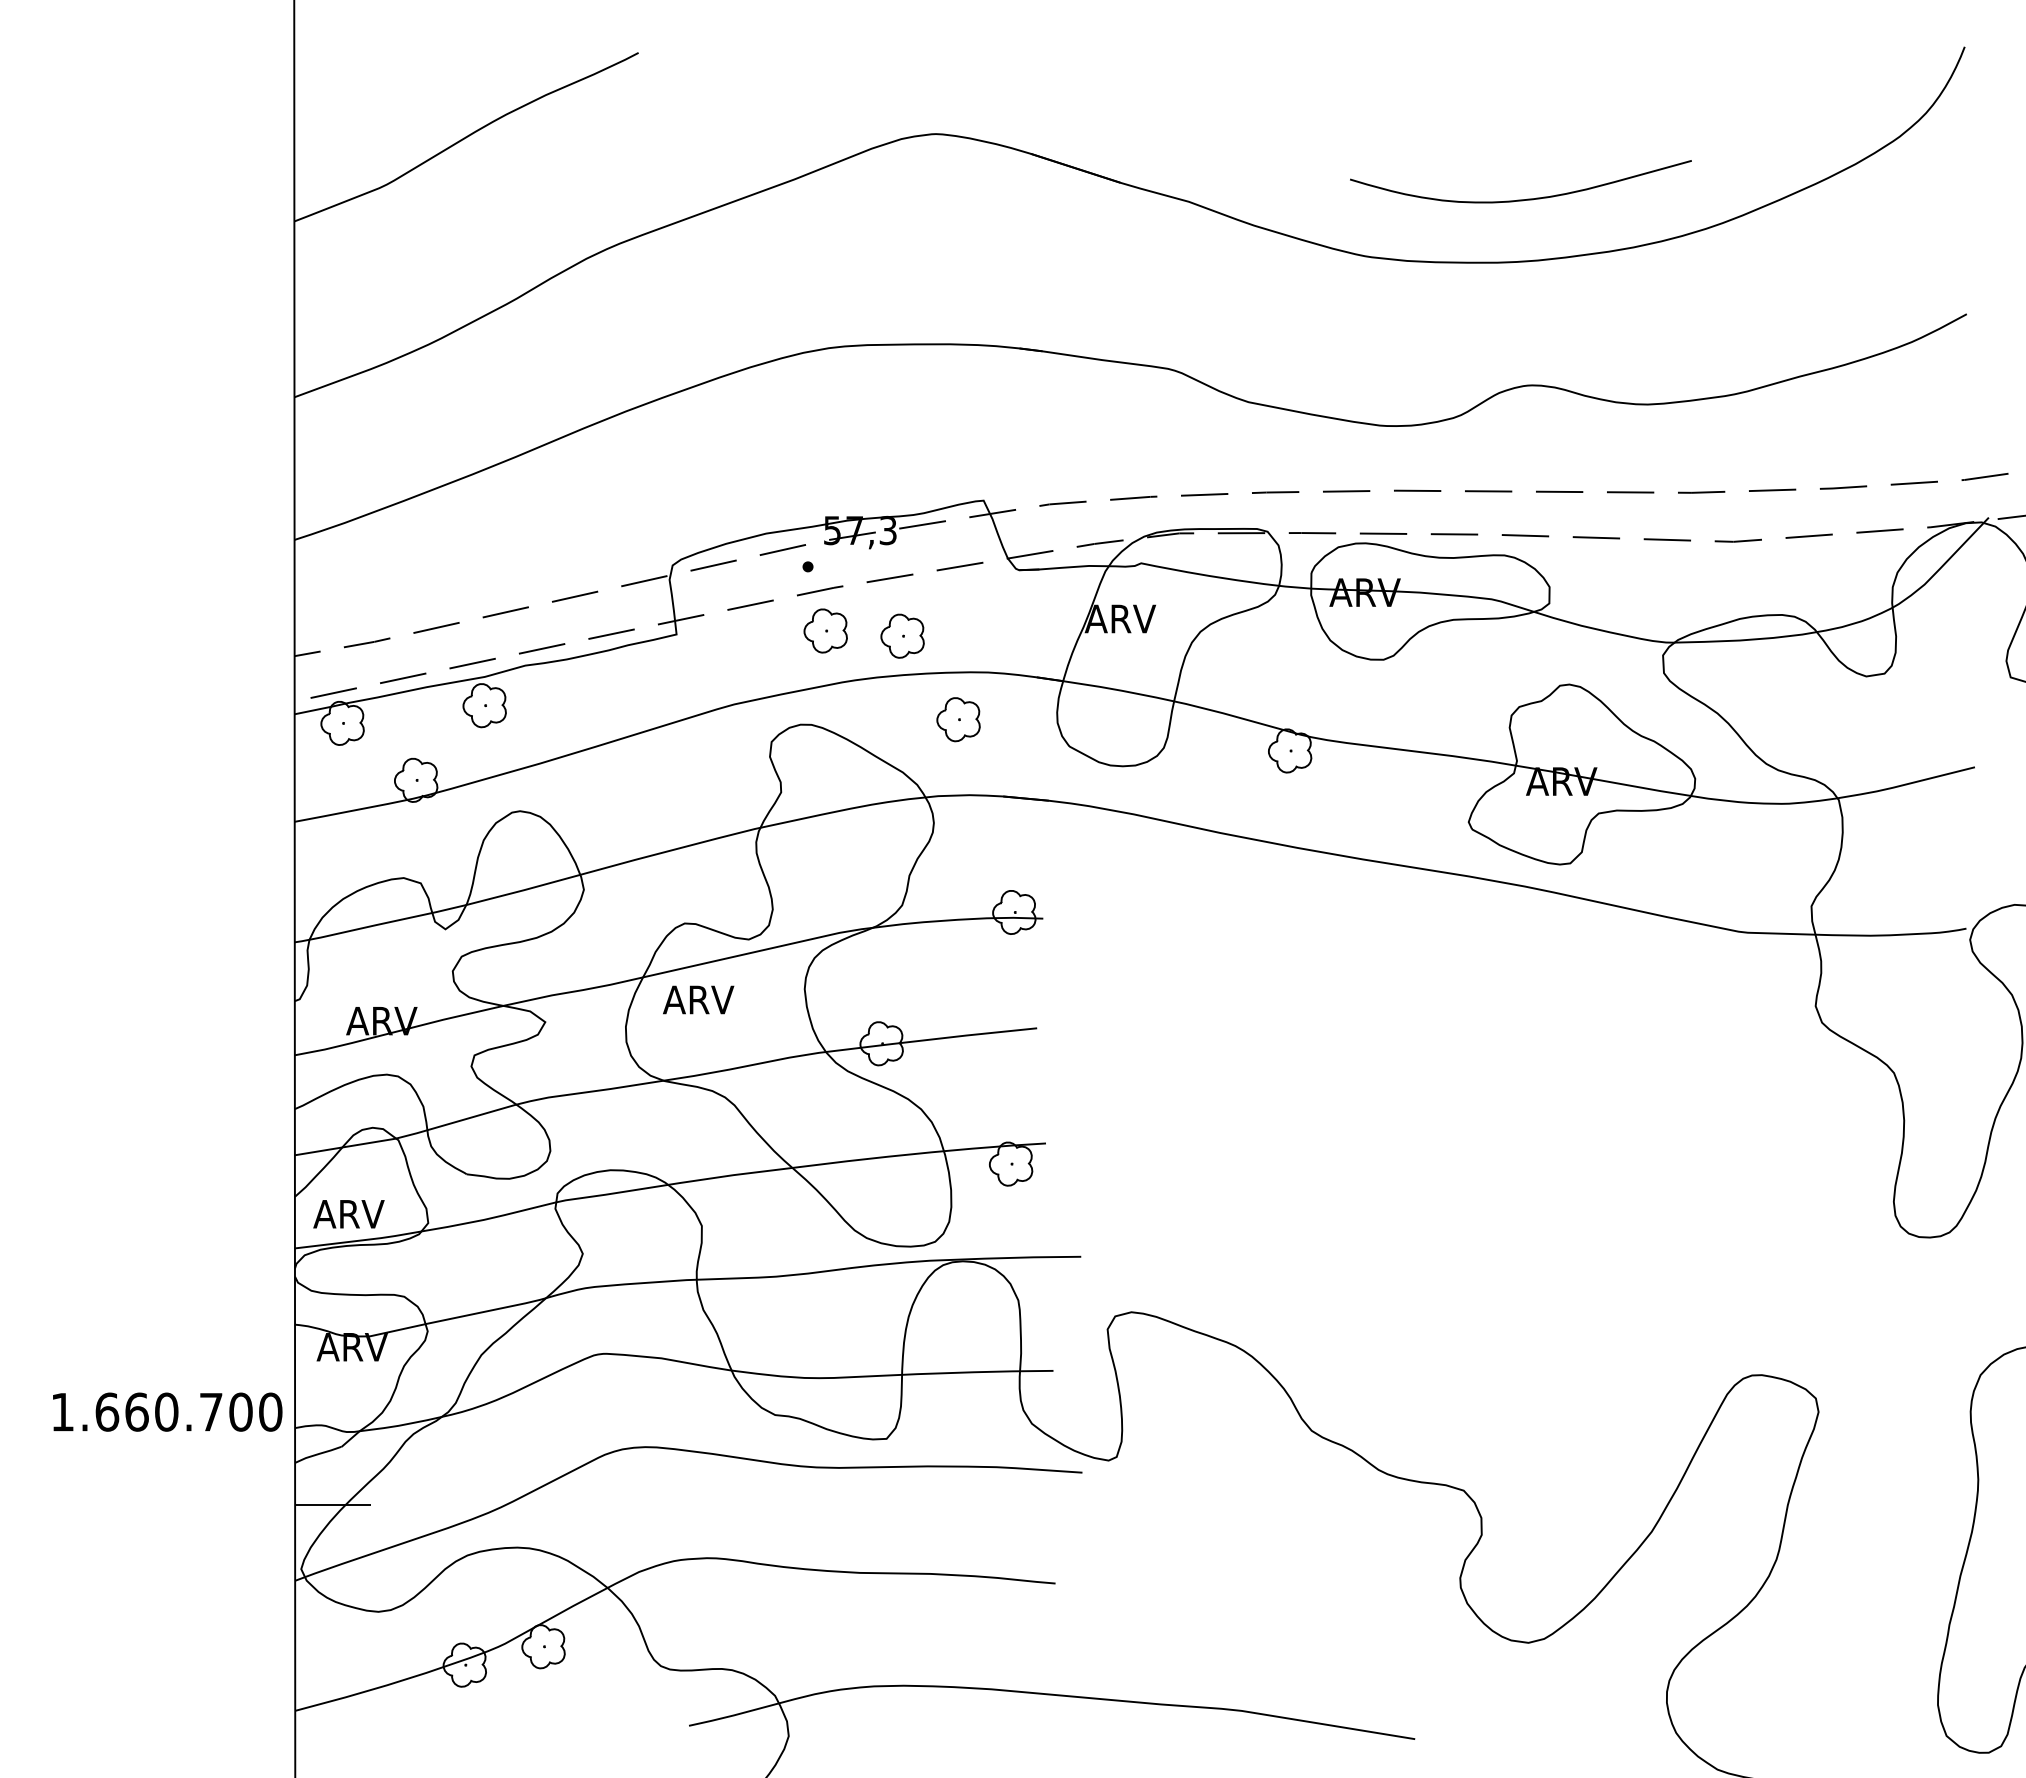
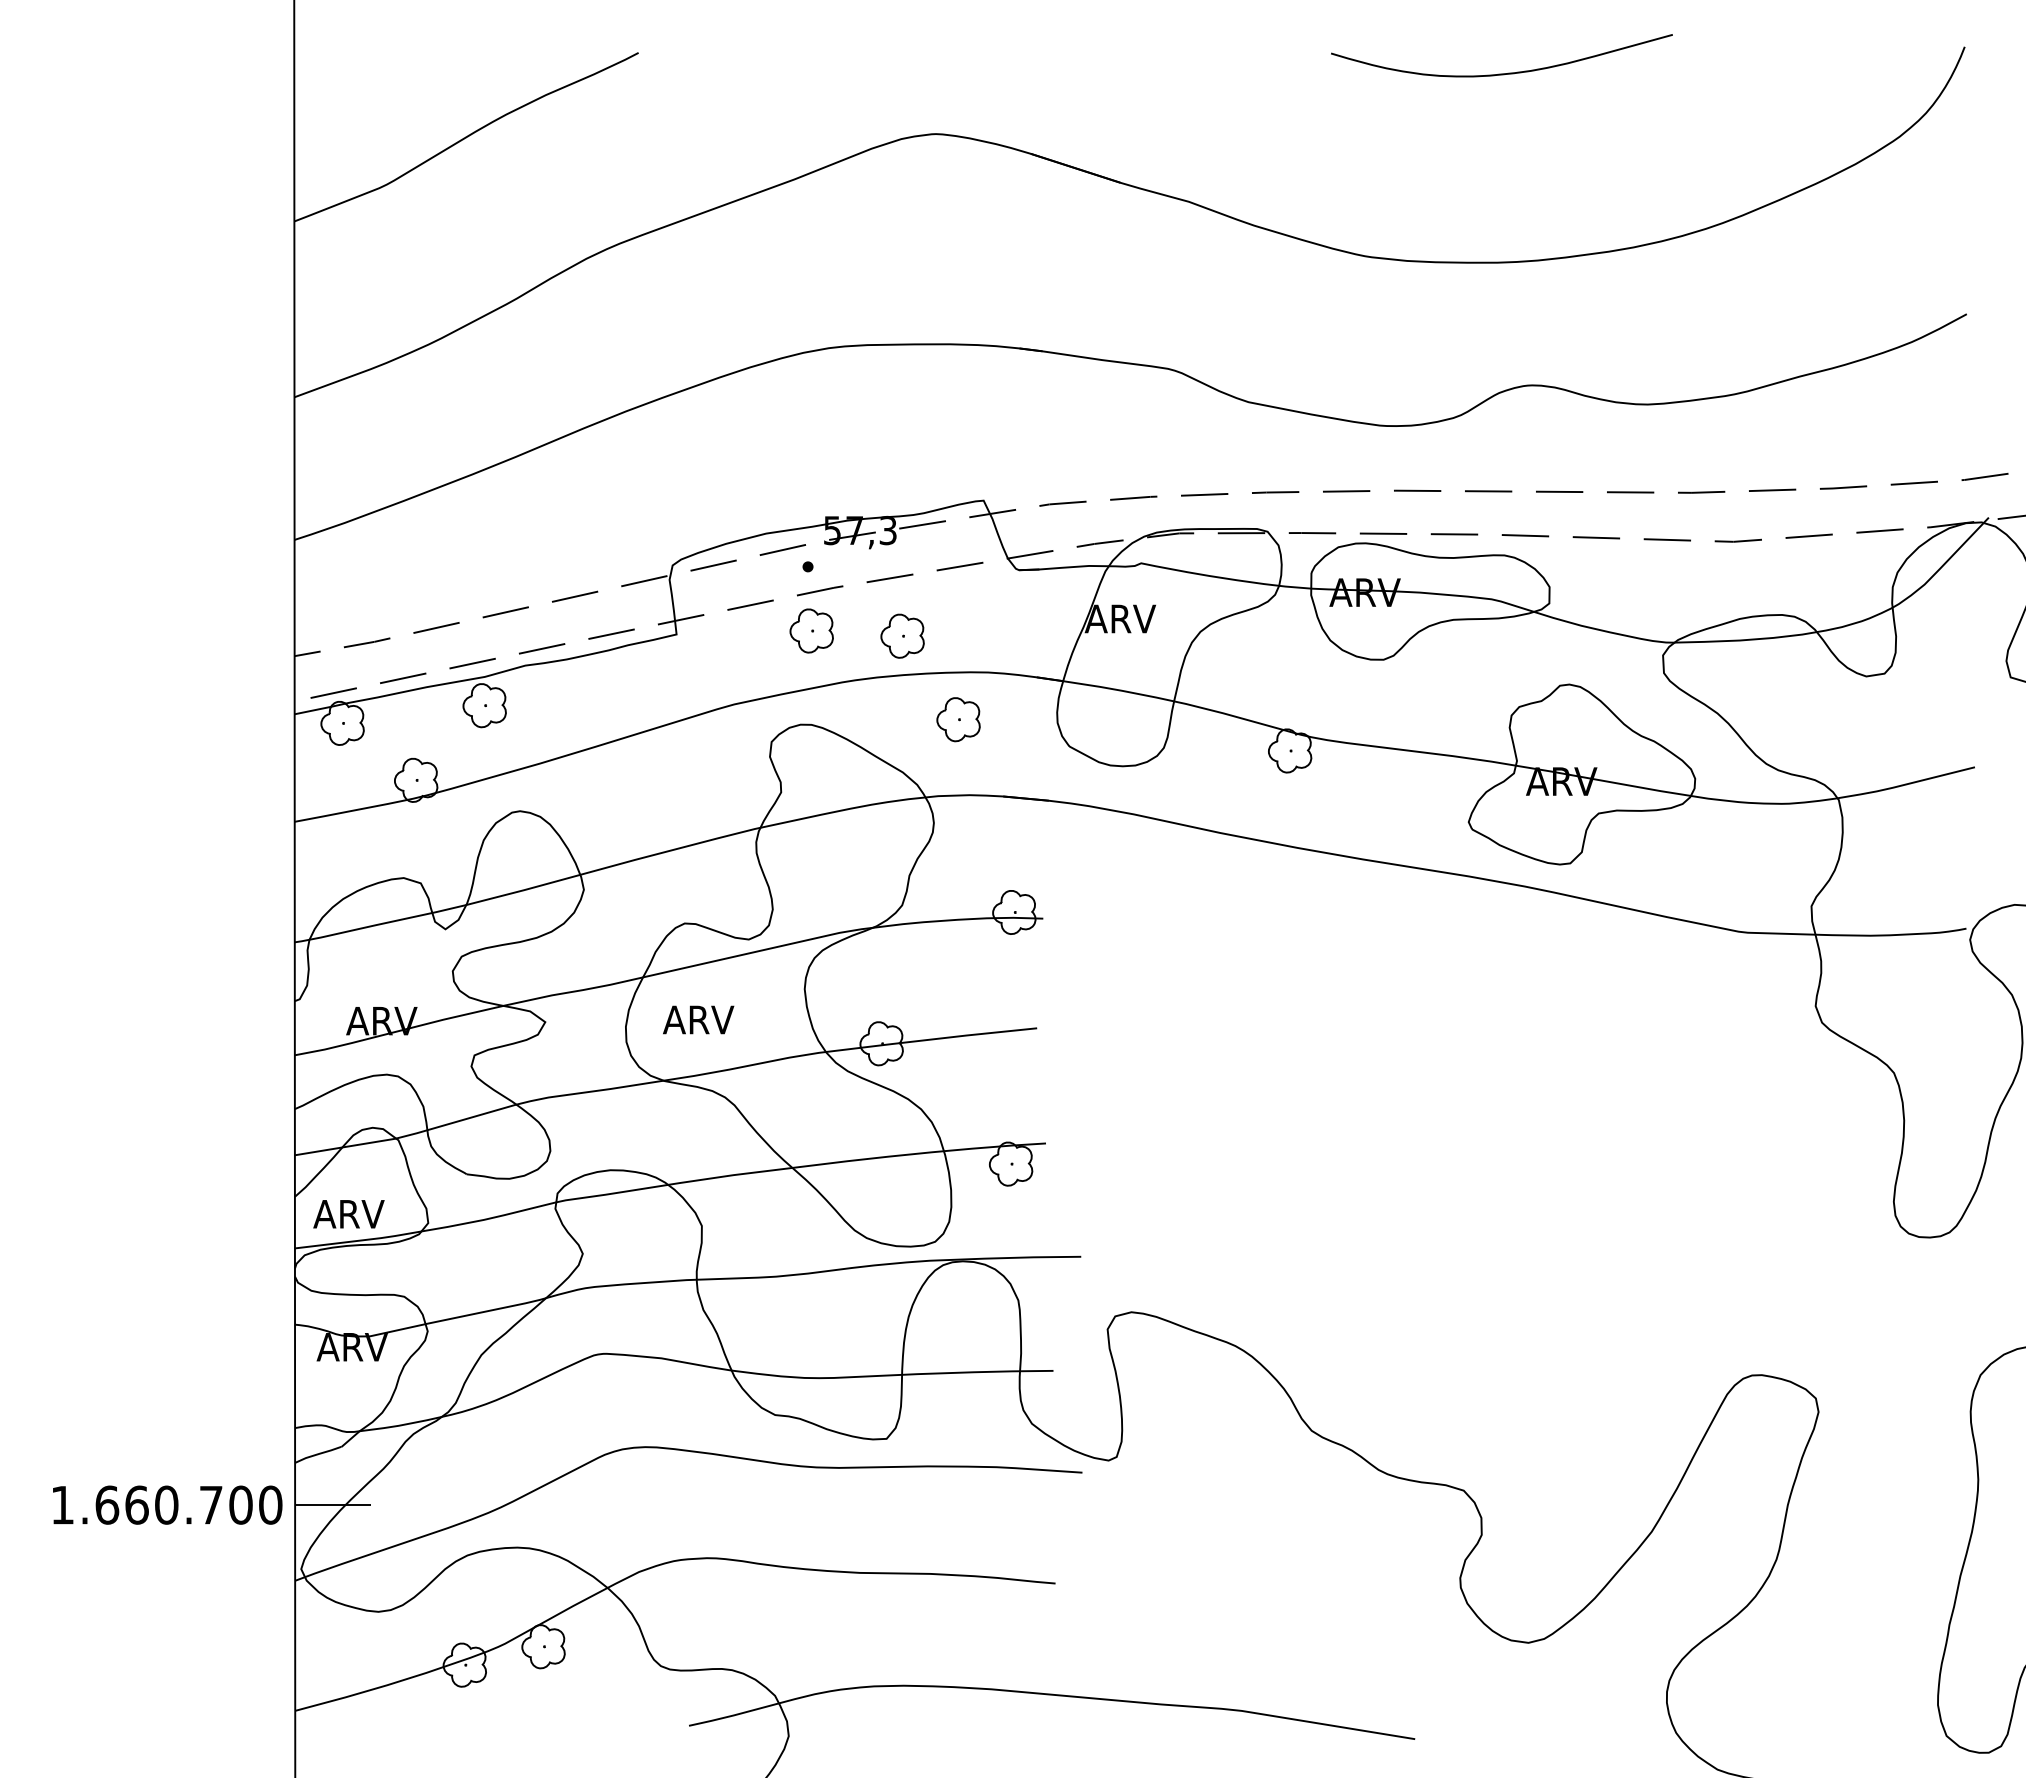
curve at (1520, 199) position: (1520, 199) -> (1501, 73)
part at (825, 630) position: (825, 630) -> (811, 630)
text at (698, 999) position: (698, 999) -> (698, 1019)
text at (167, 1411) position: (167, 1411) -> (167, 1504)
